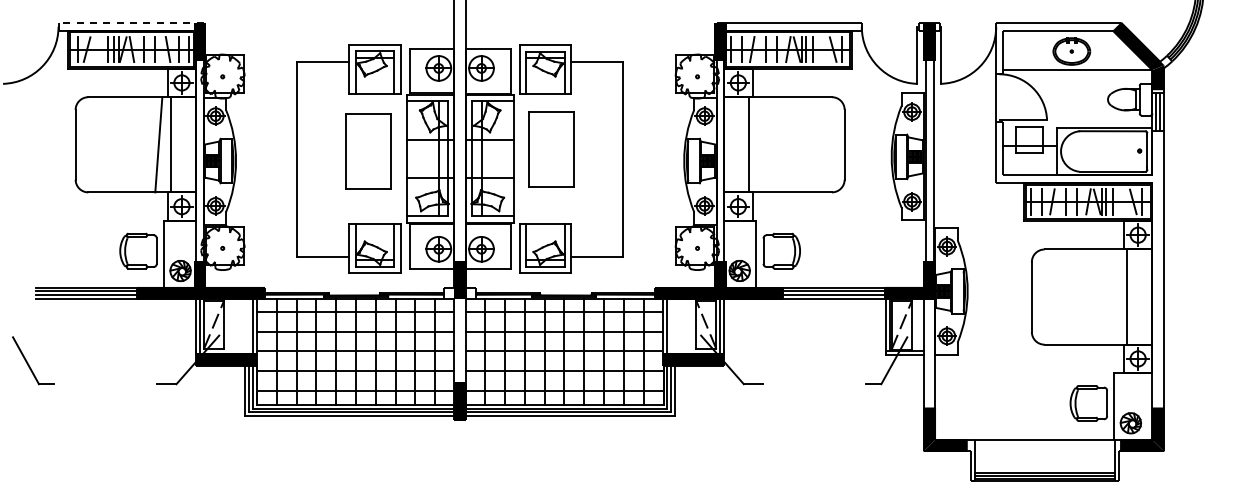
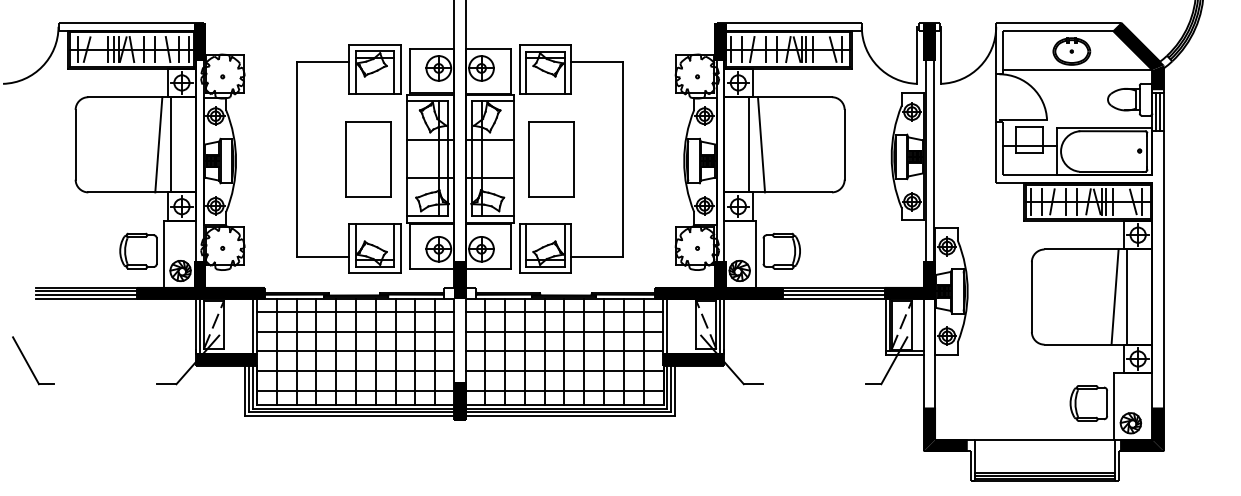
line at (131, 22): dashed -> solid
line at (761, 144): none -> present
part at (551, 149) position: (551, 149) -> (551, 159)
part at (368, 151) position: (368, 151) -> (368, 159)
line at (1114, 296): none -> present
